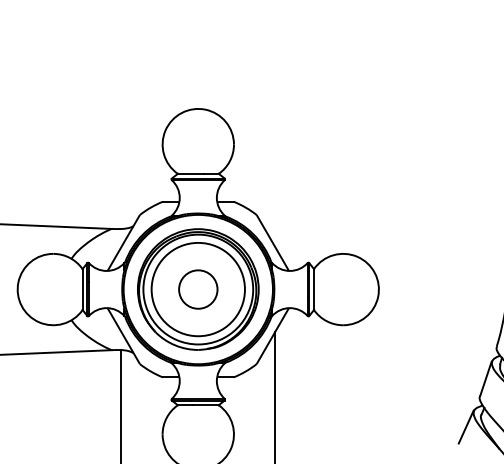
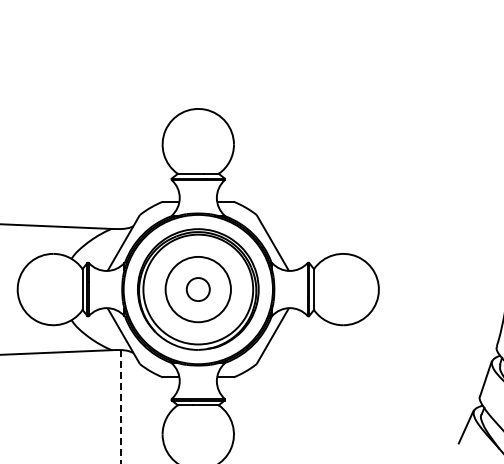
circle at (197, 289) diameter: 93 px -> 65 px
circle at (198, 289) diameter: 38 px -> 23 px
line at (275, 396): present -> none
line at (121, 407): solid -> dashed
